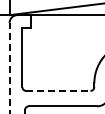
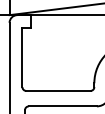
line at (9, 67): dashed -> solid
line at (58, 90): dashed -> solid
